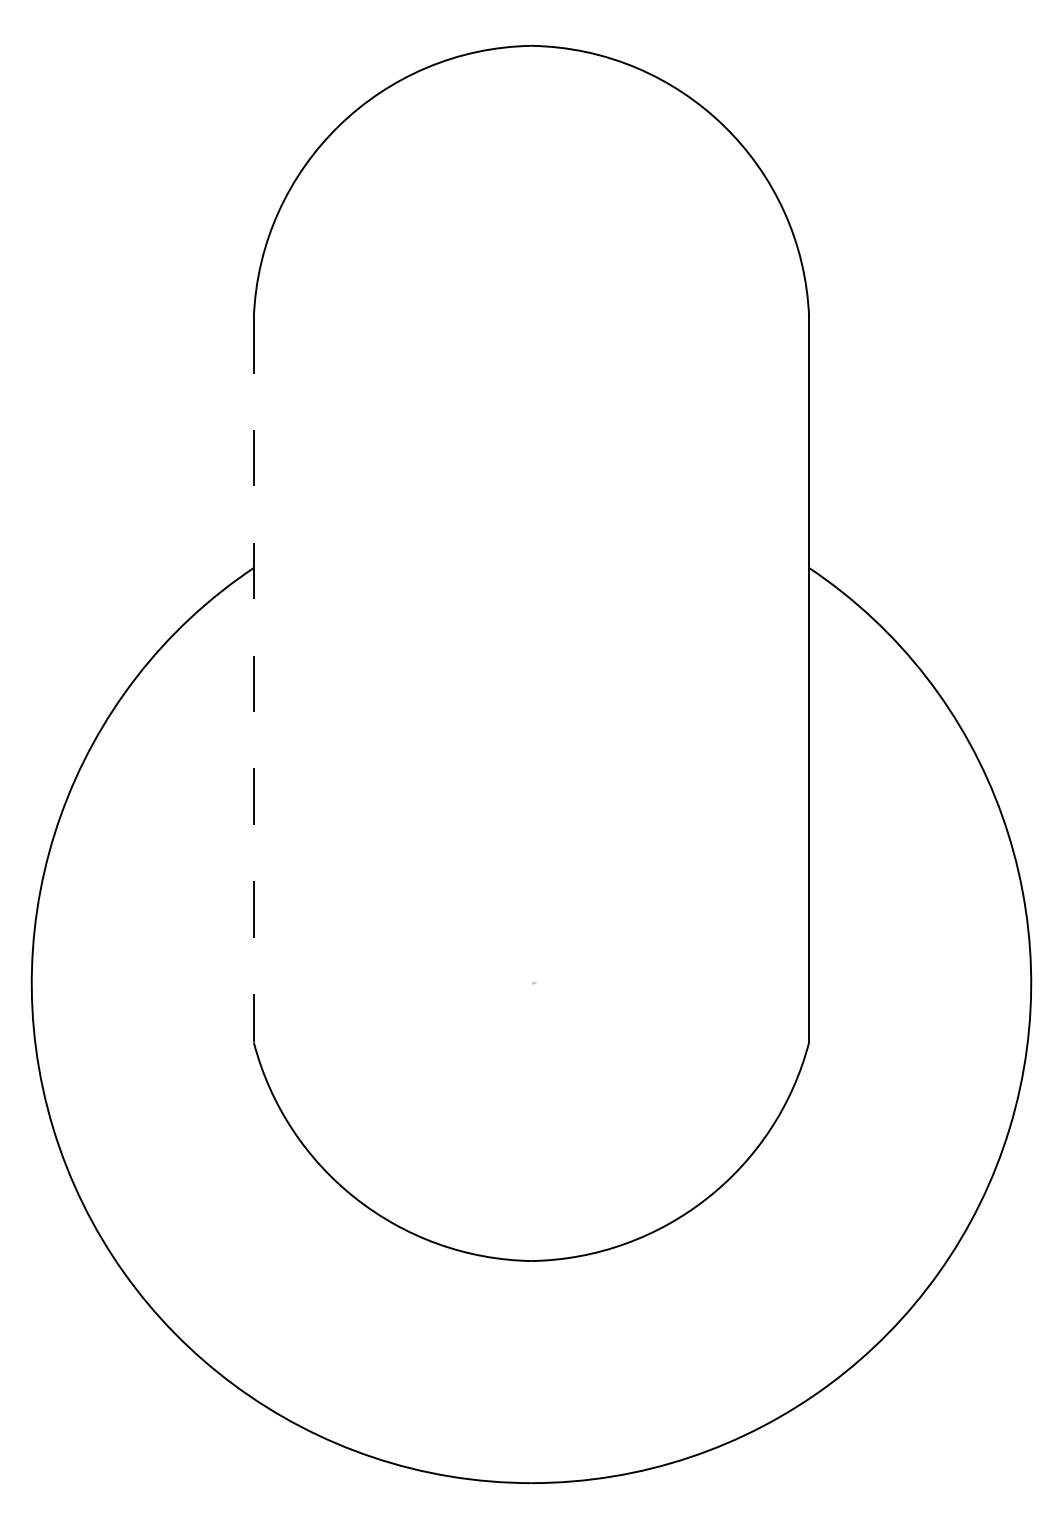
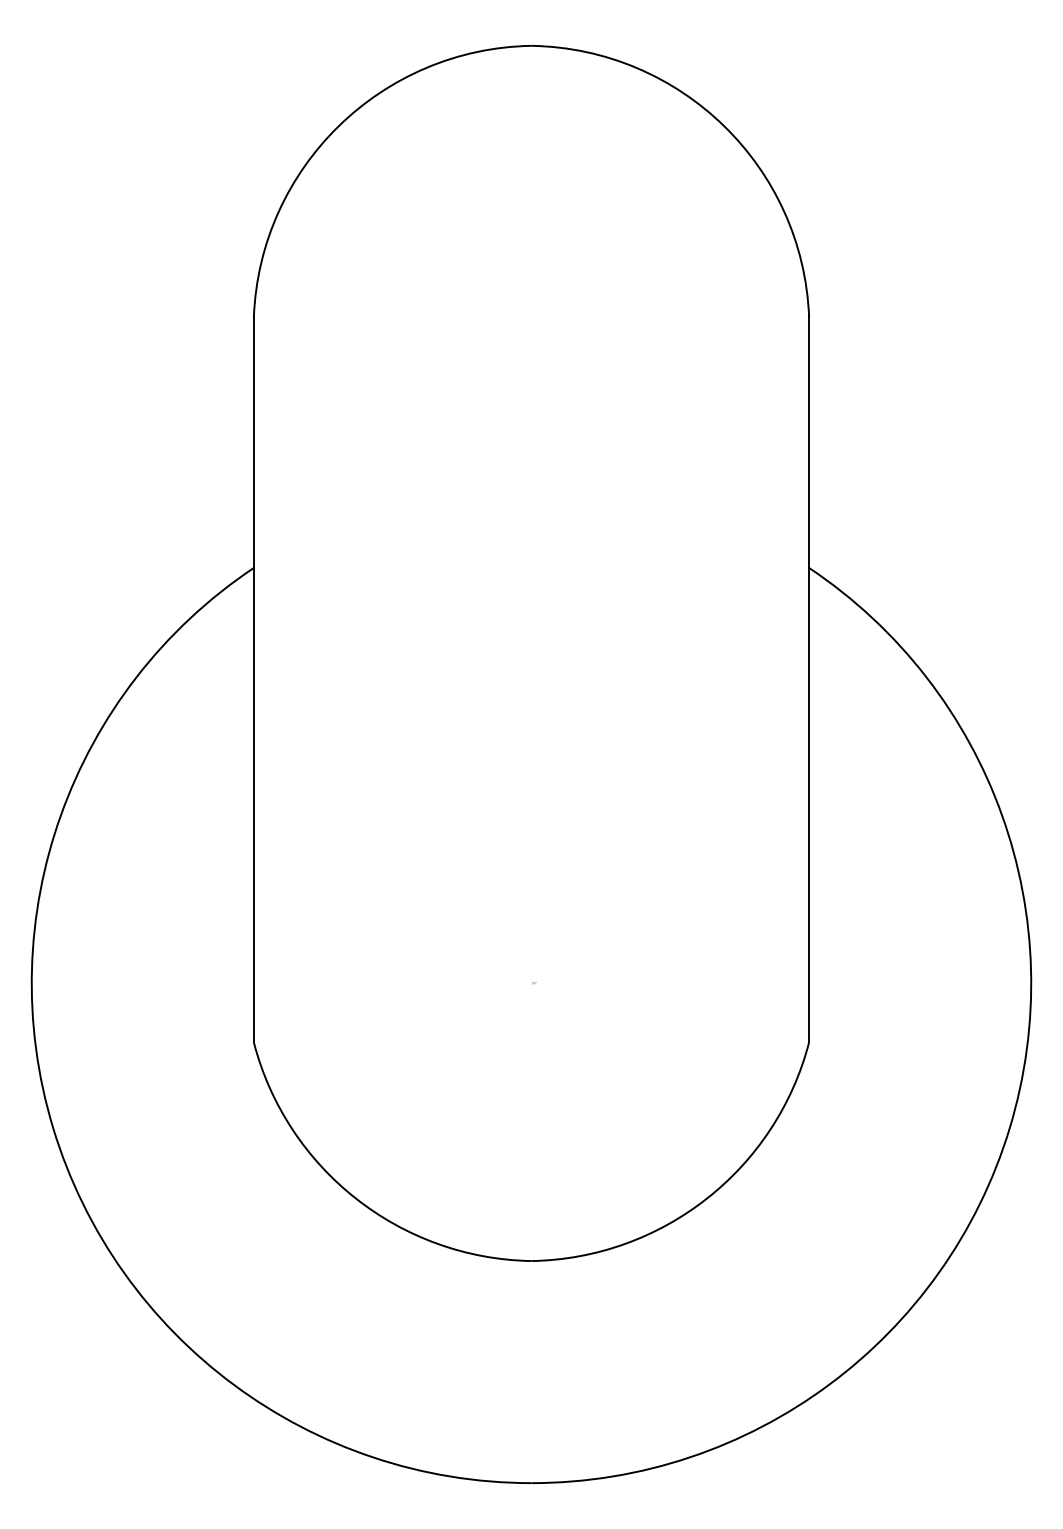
line at (253, 679): dashed -> solid
